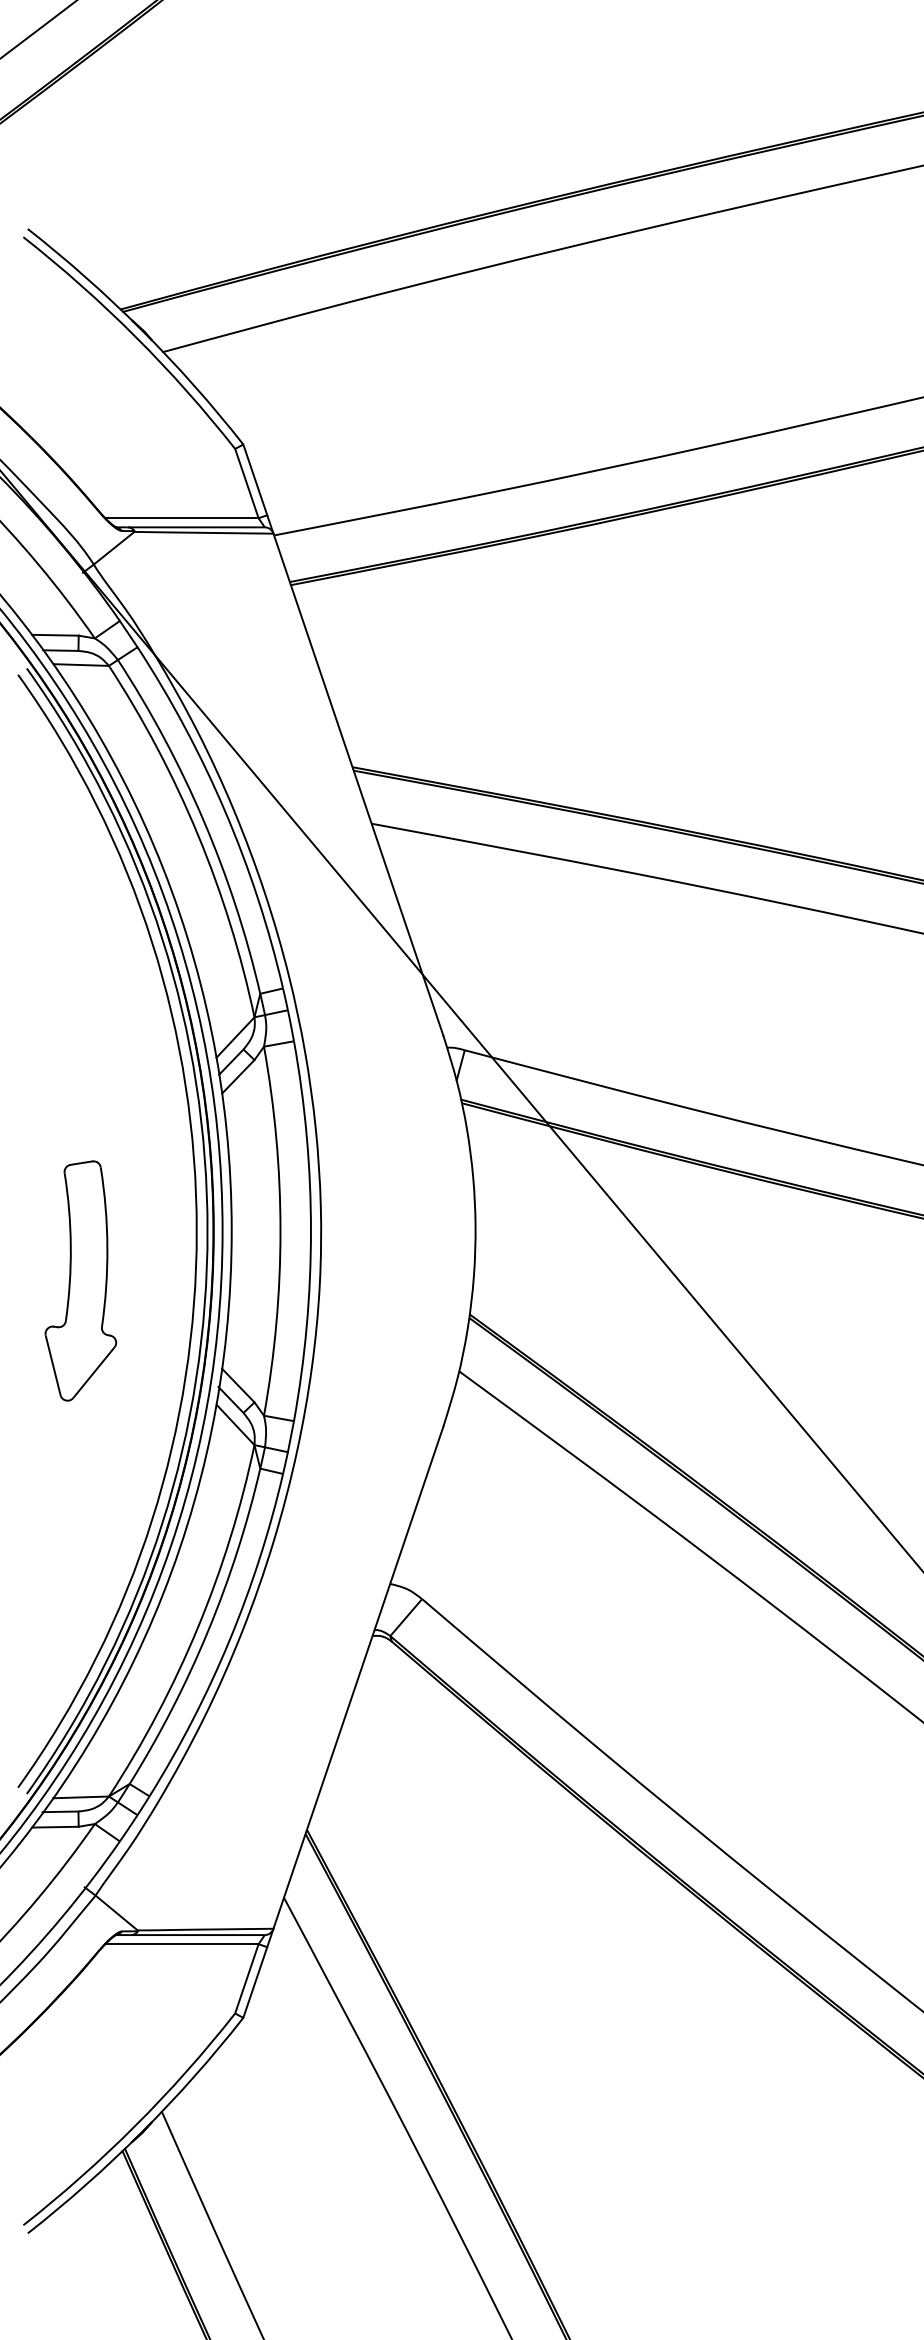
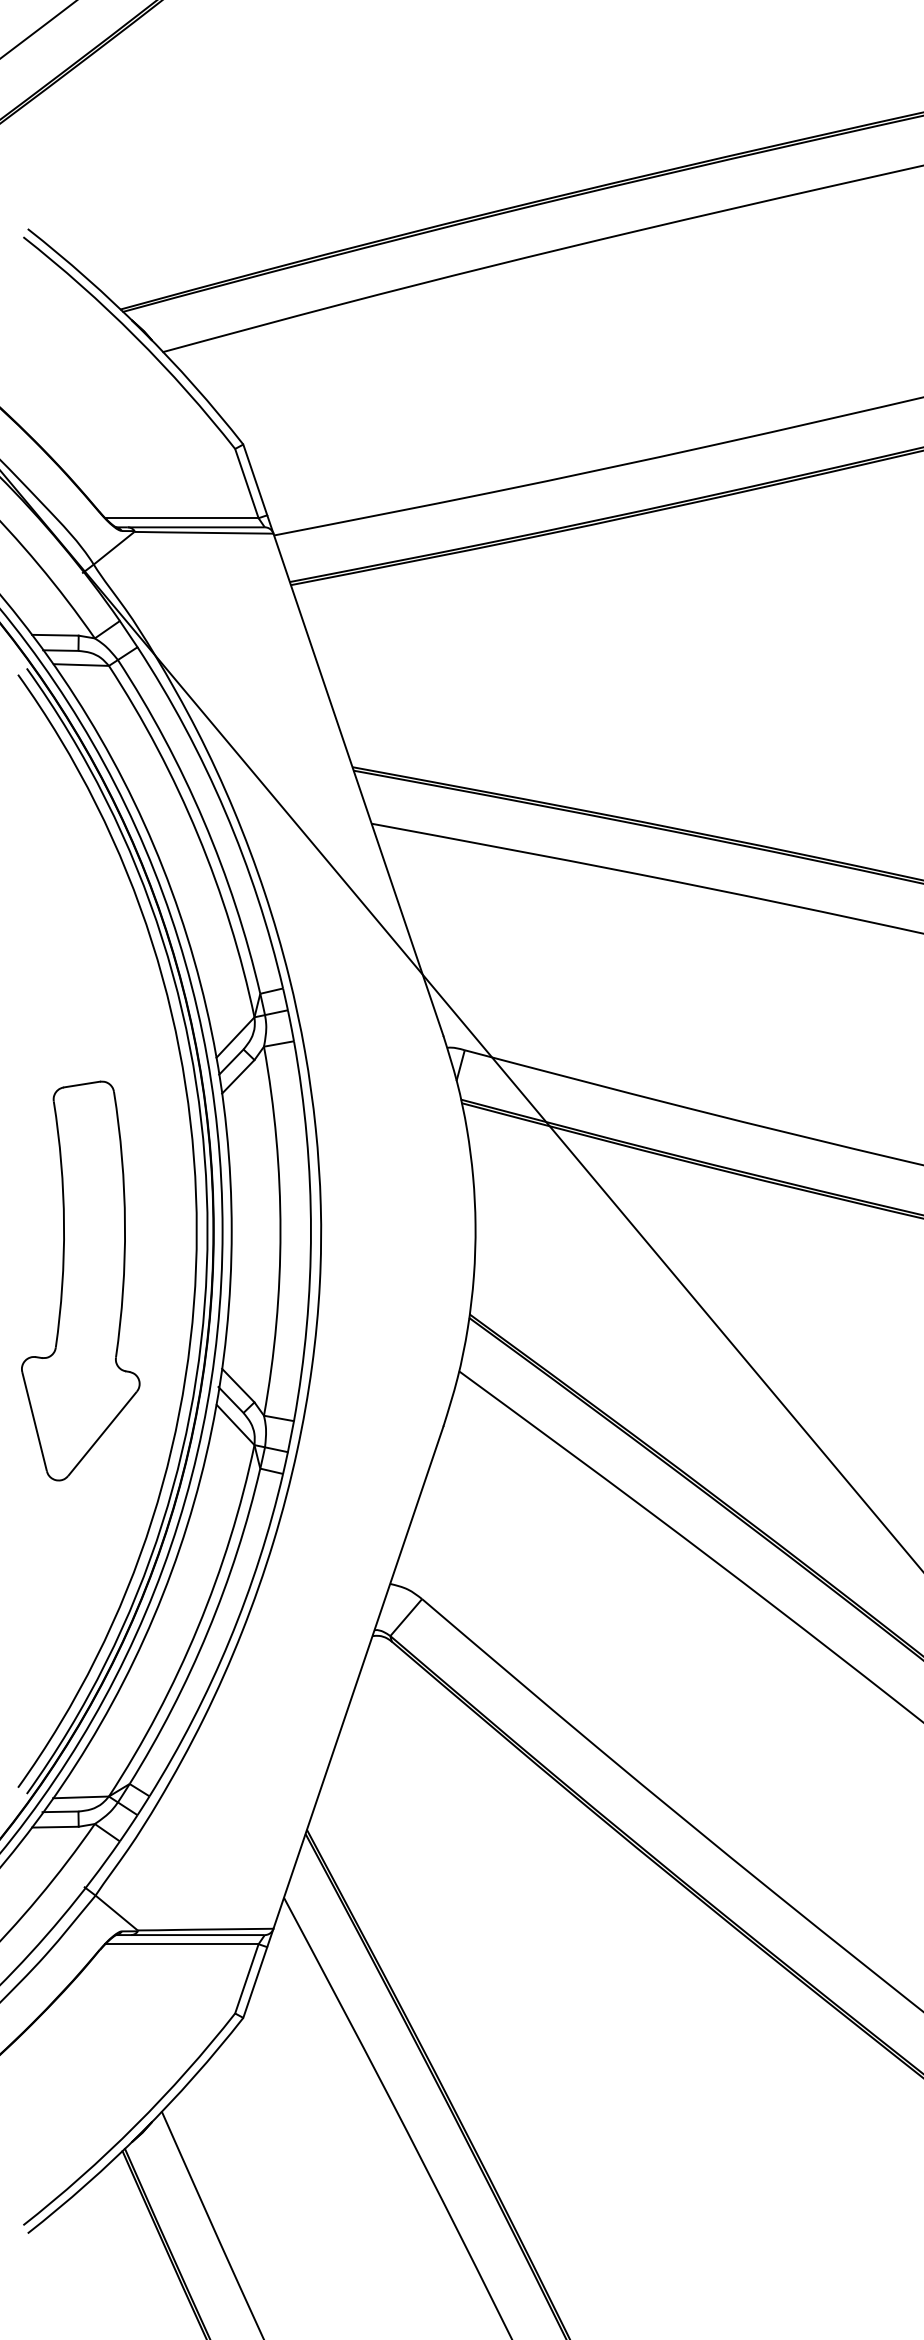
part at (80, 1280) size: 74x242 px -> 120x402 px
